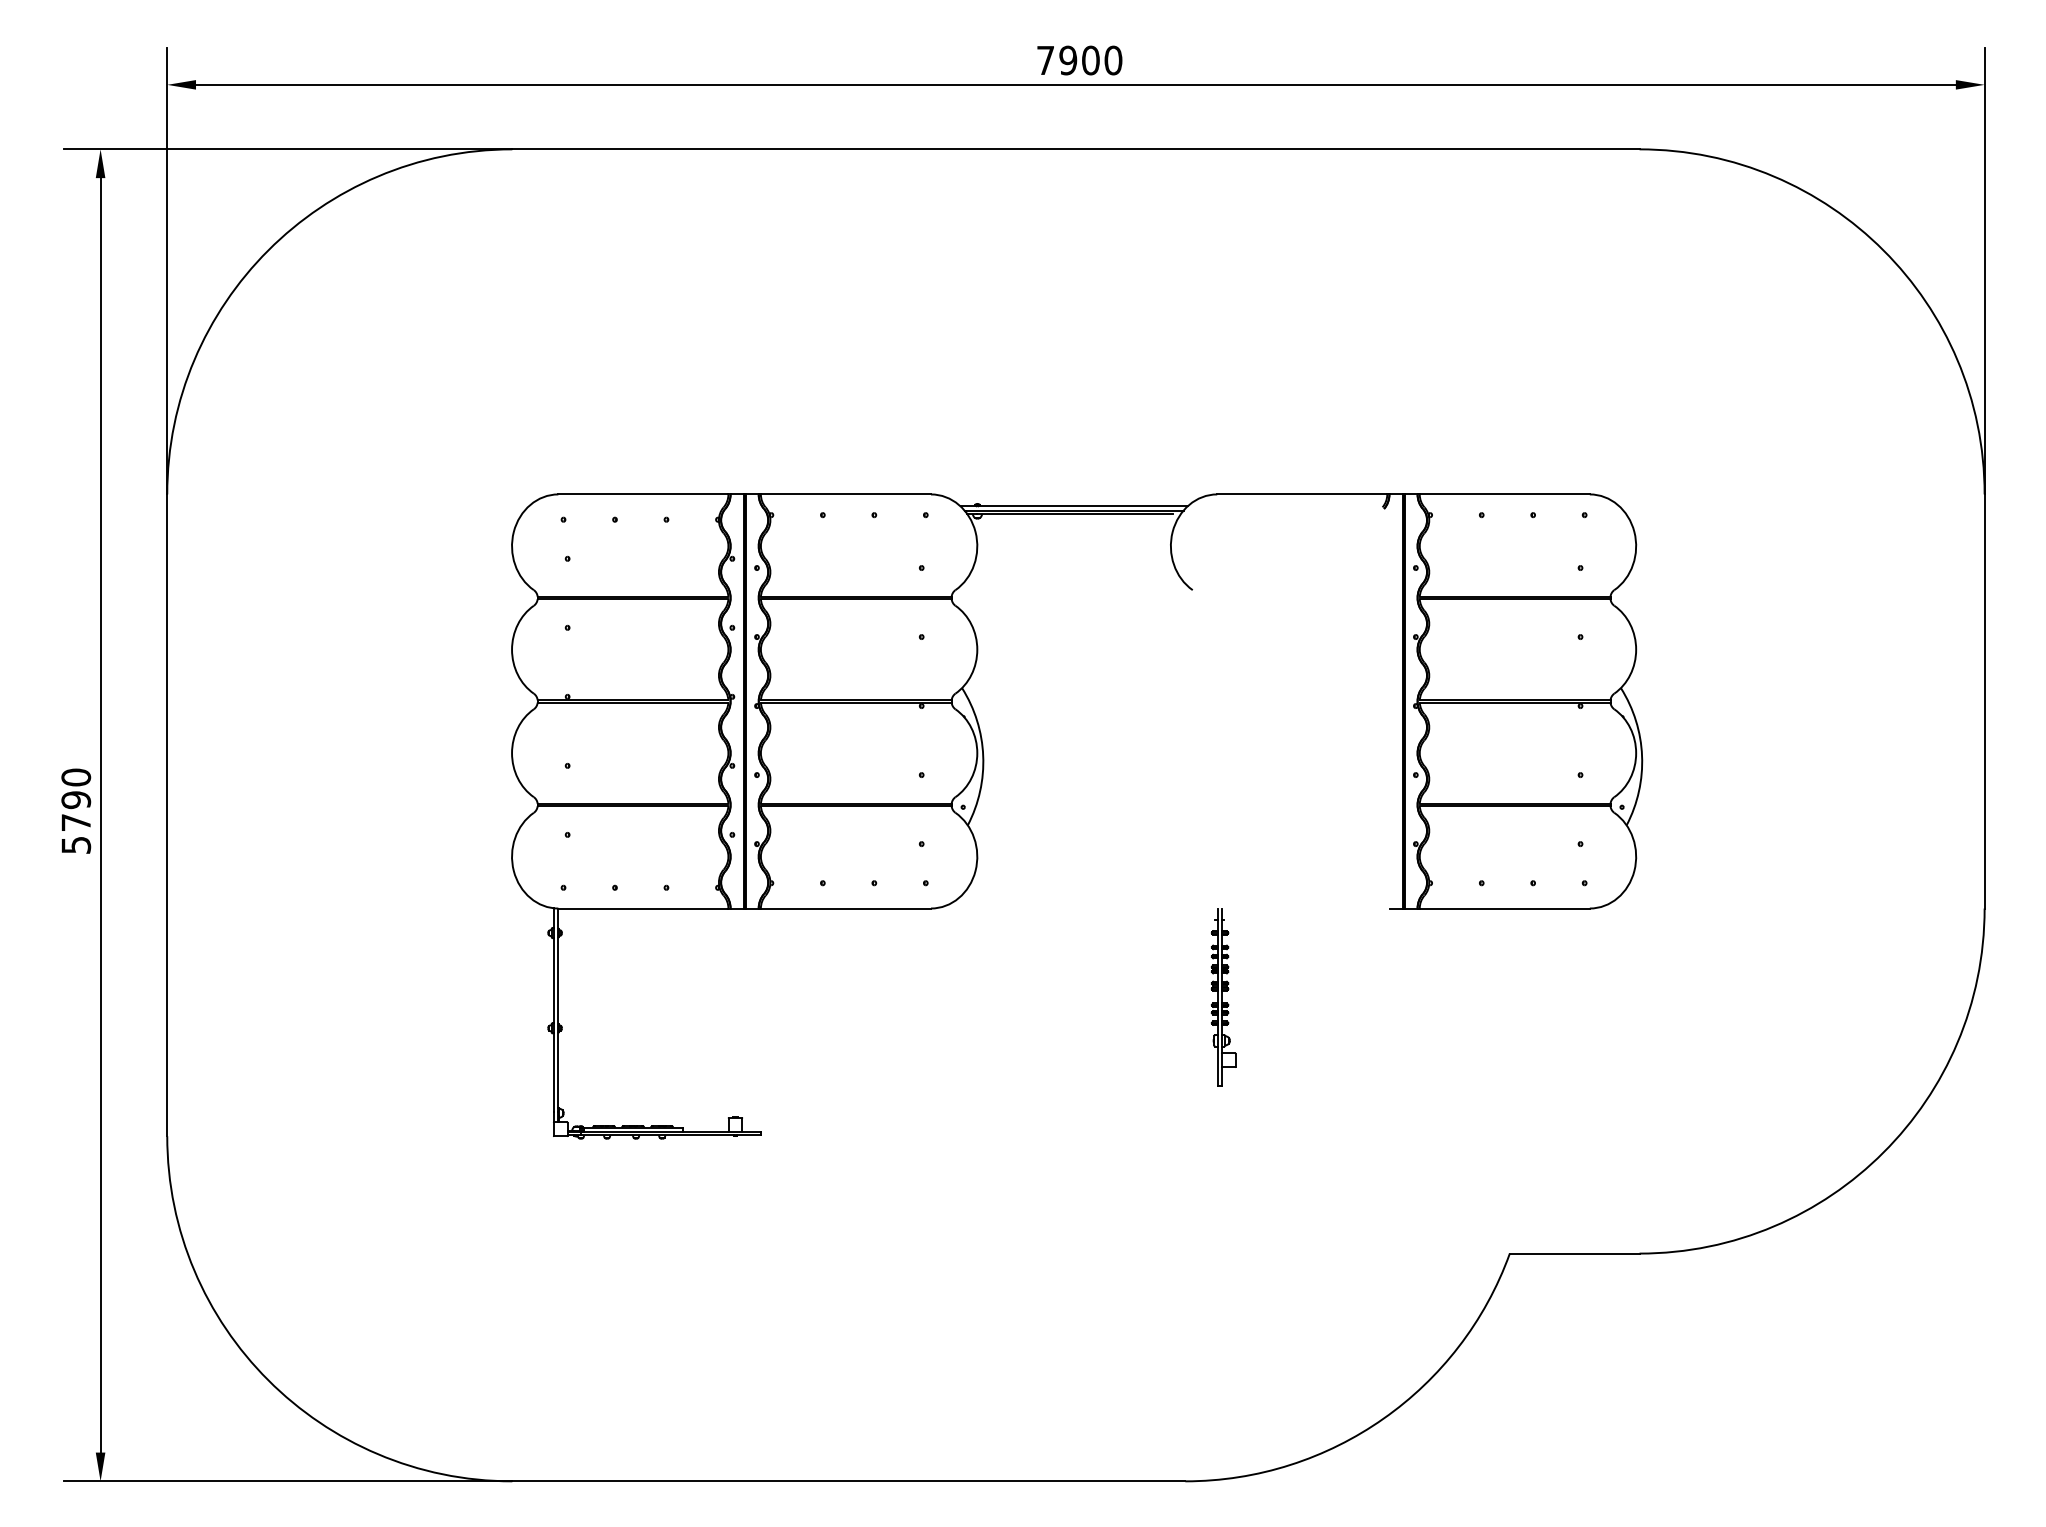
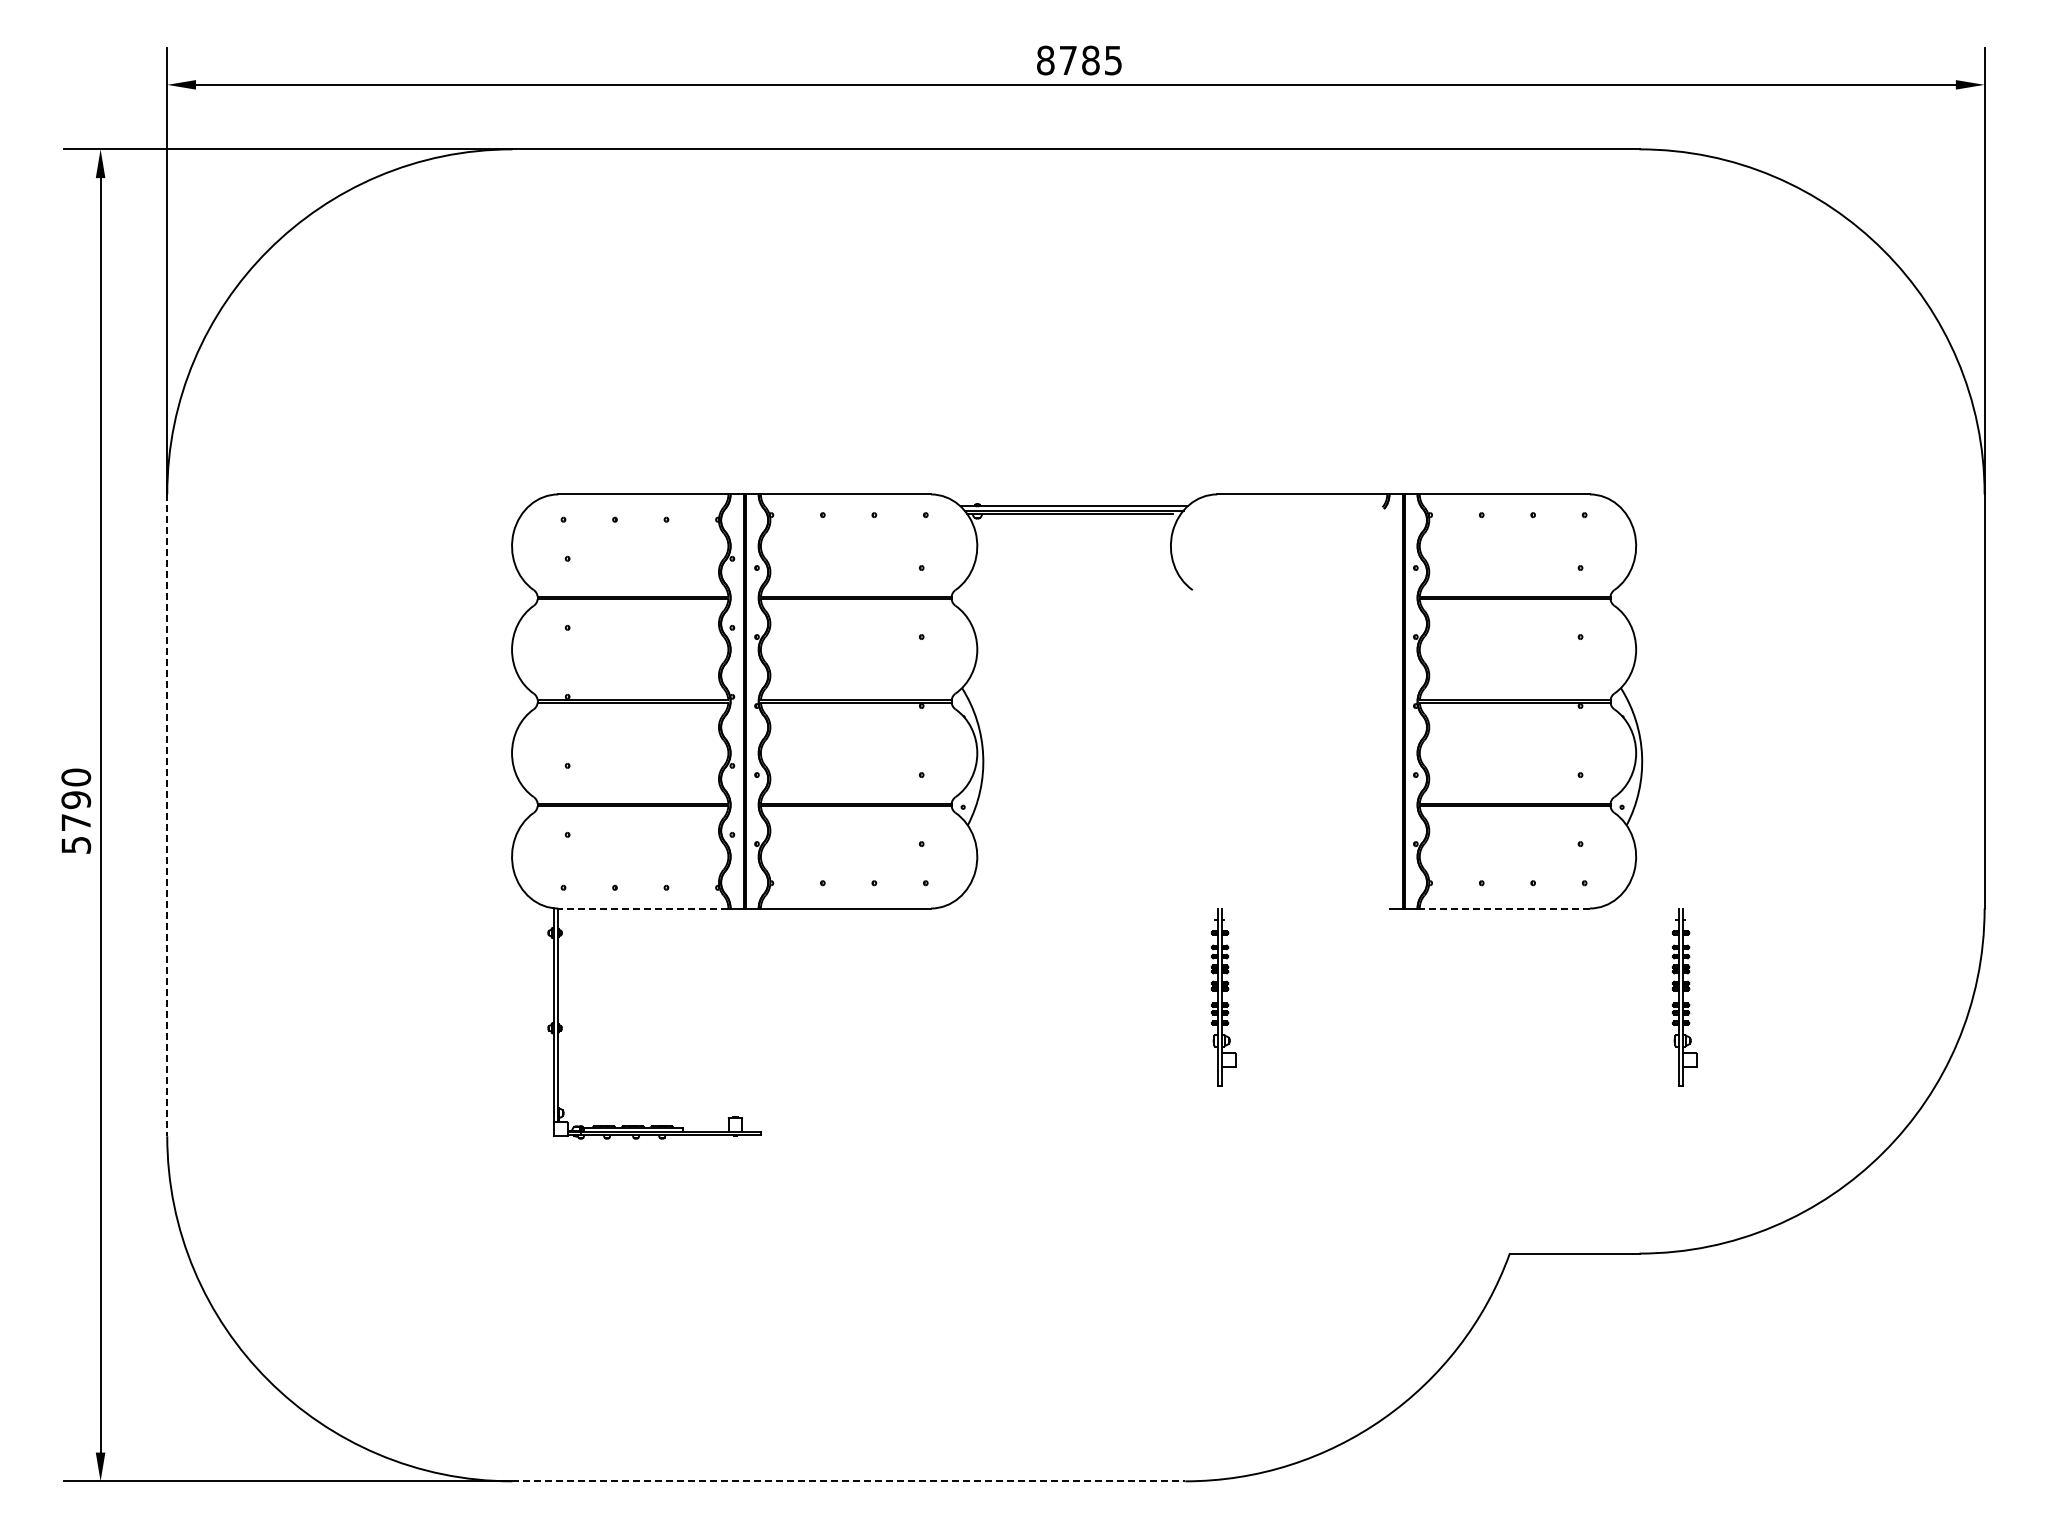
text at (1079, 60): 7900 -> 8785
line at (167, 815): solid -> dashed
line at (642, 908): solid -> dashed
line at (1504, 908): solid -> dashed
part at (1684, 997): none -> present
line at (849, 1481): solid -> dashed
